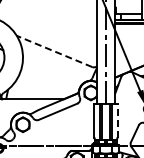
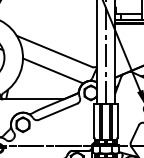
line at (54, 51): dashed -> solid
line at (53, 70): none -> present
line at (117, 120): dashed -> solid
